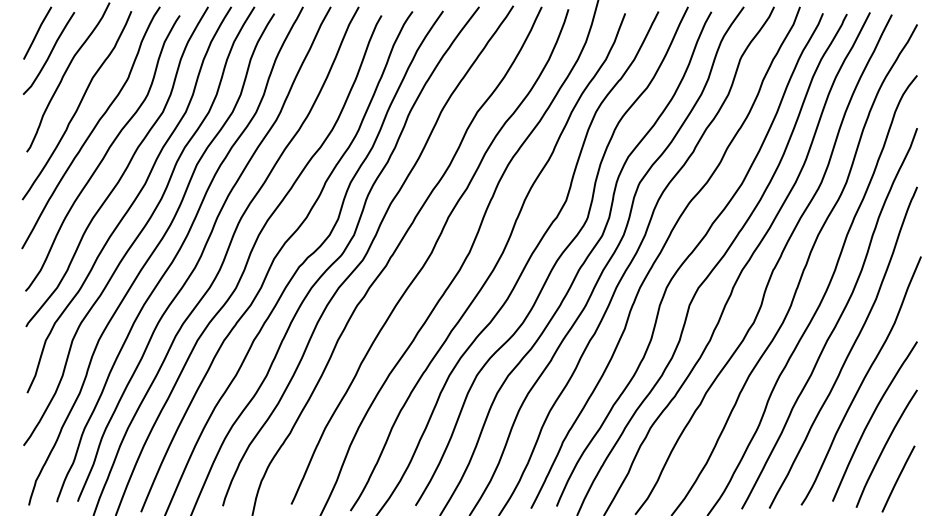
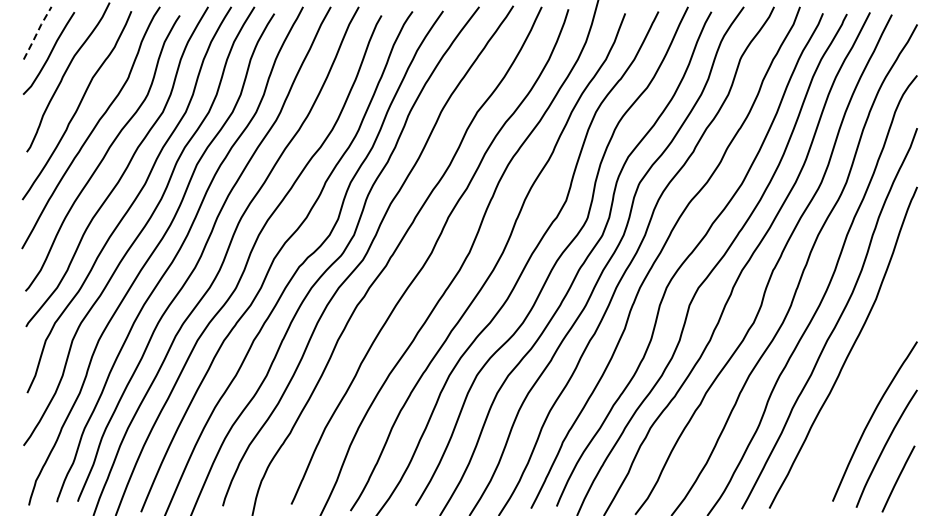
line at (37, 32): solid -> dashed
curve at (861, 381): present -> none
